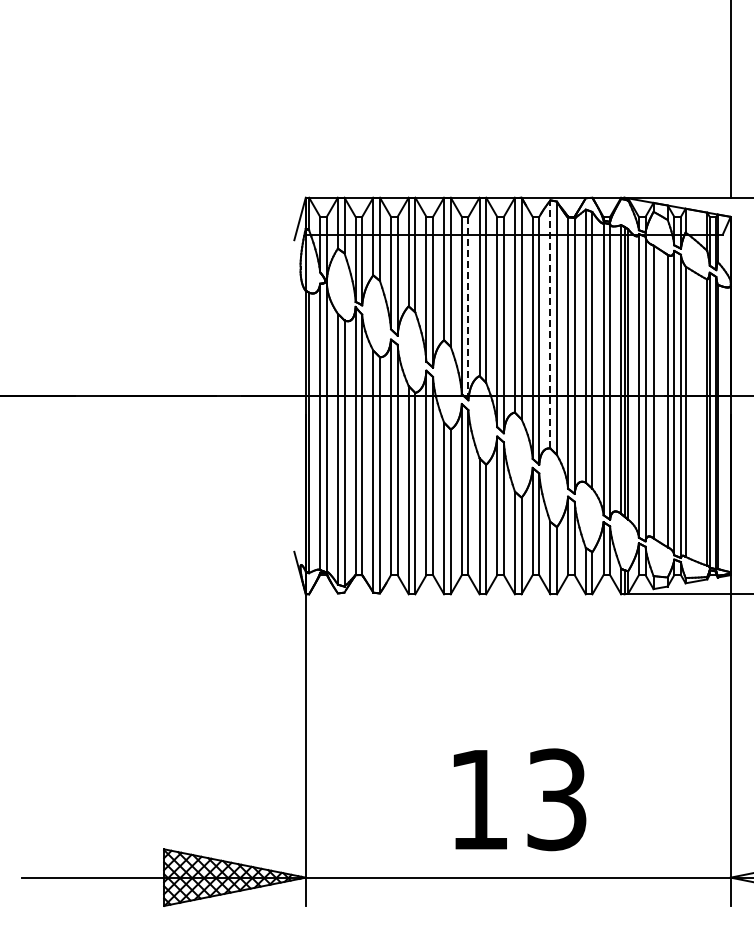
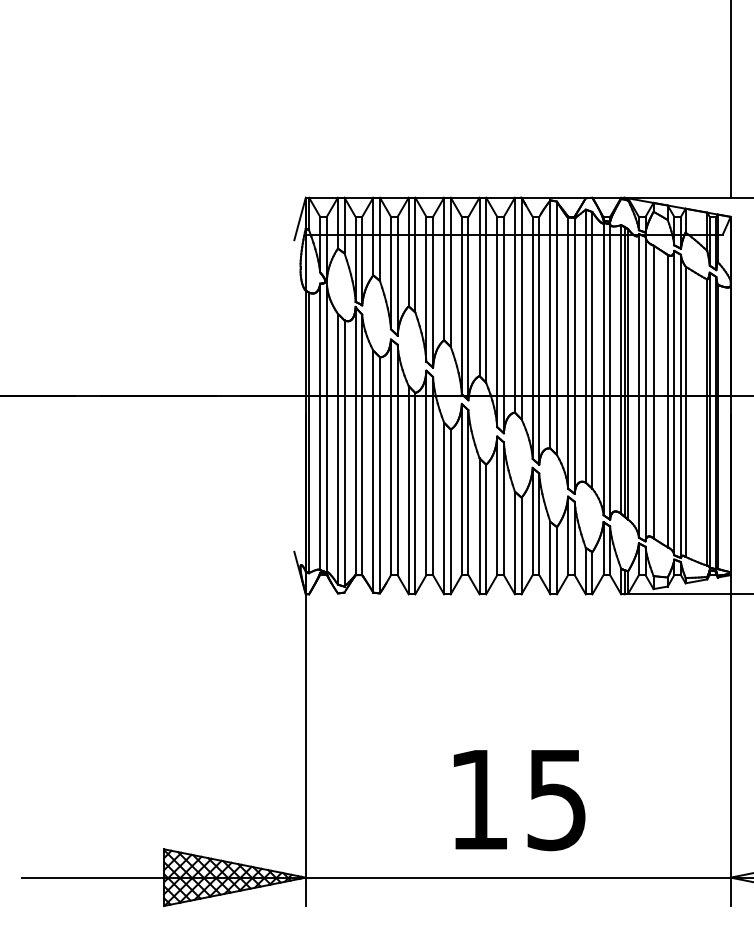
line at (468, 308): dashed -> solid
line at (550, 323): dashed -> solid
text at (556, 799): 13 -> 15
